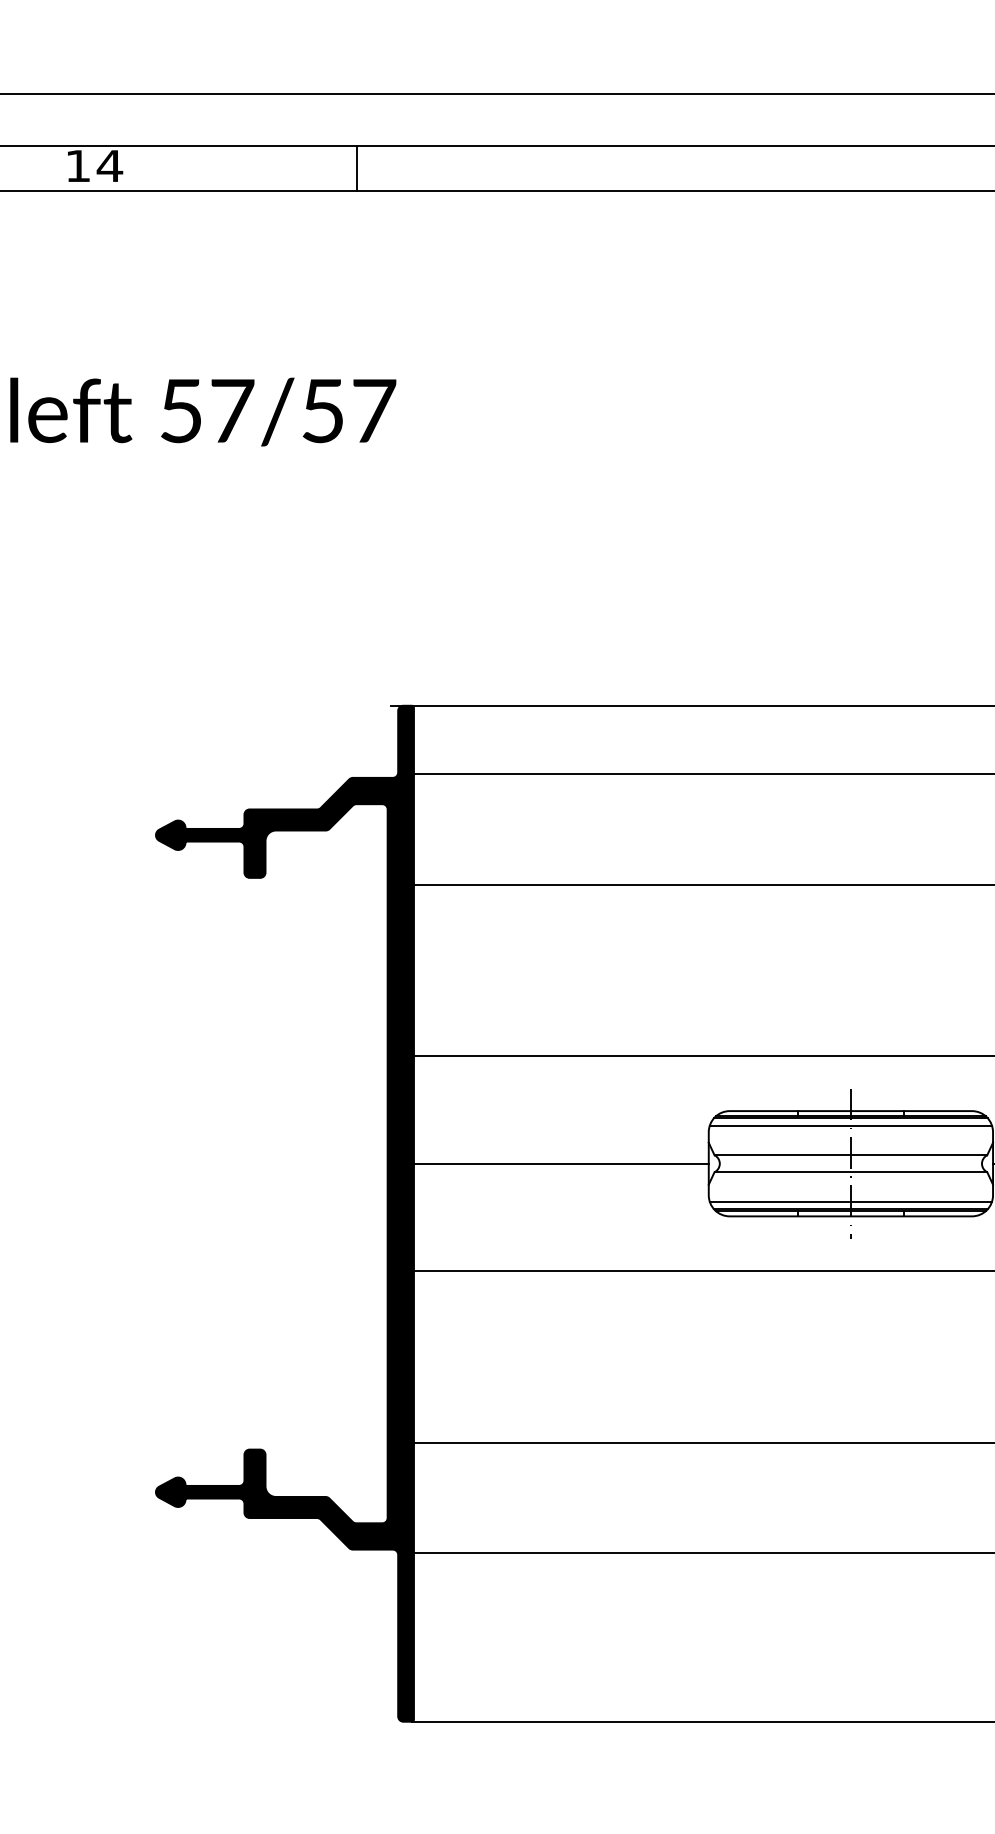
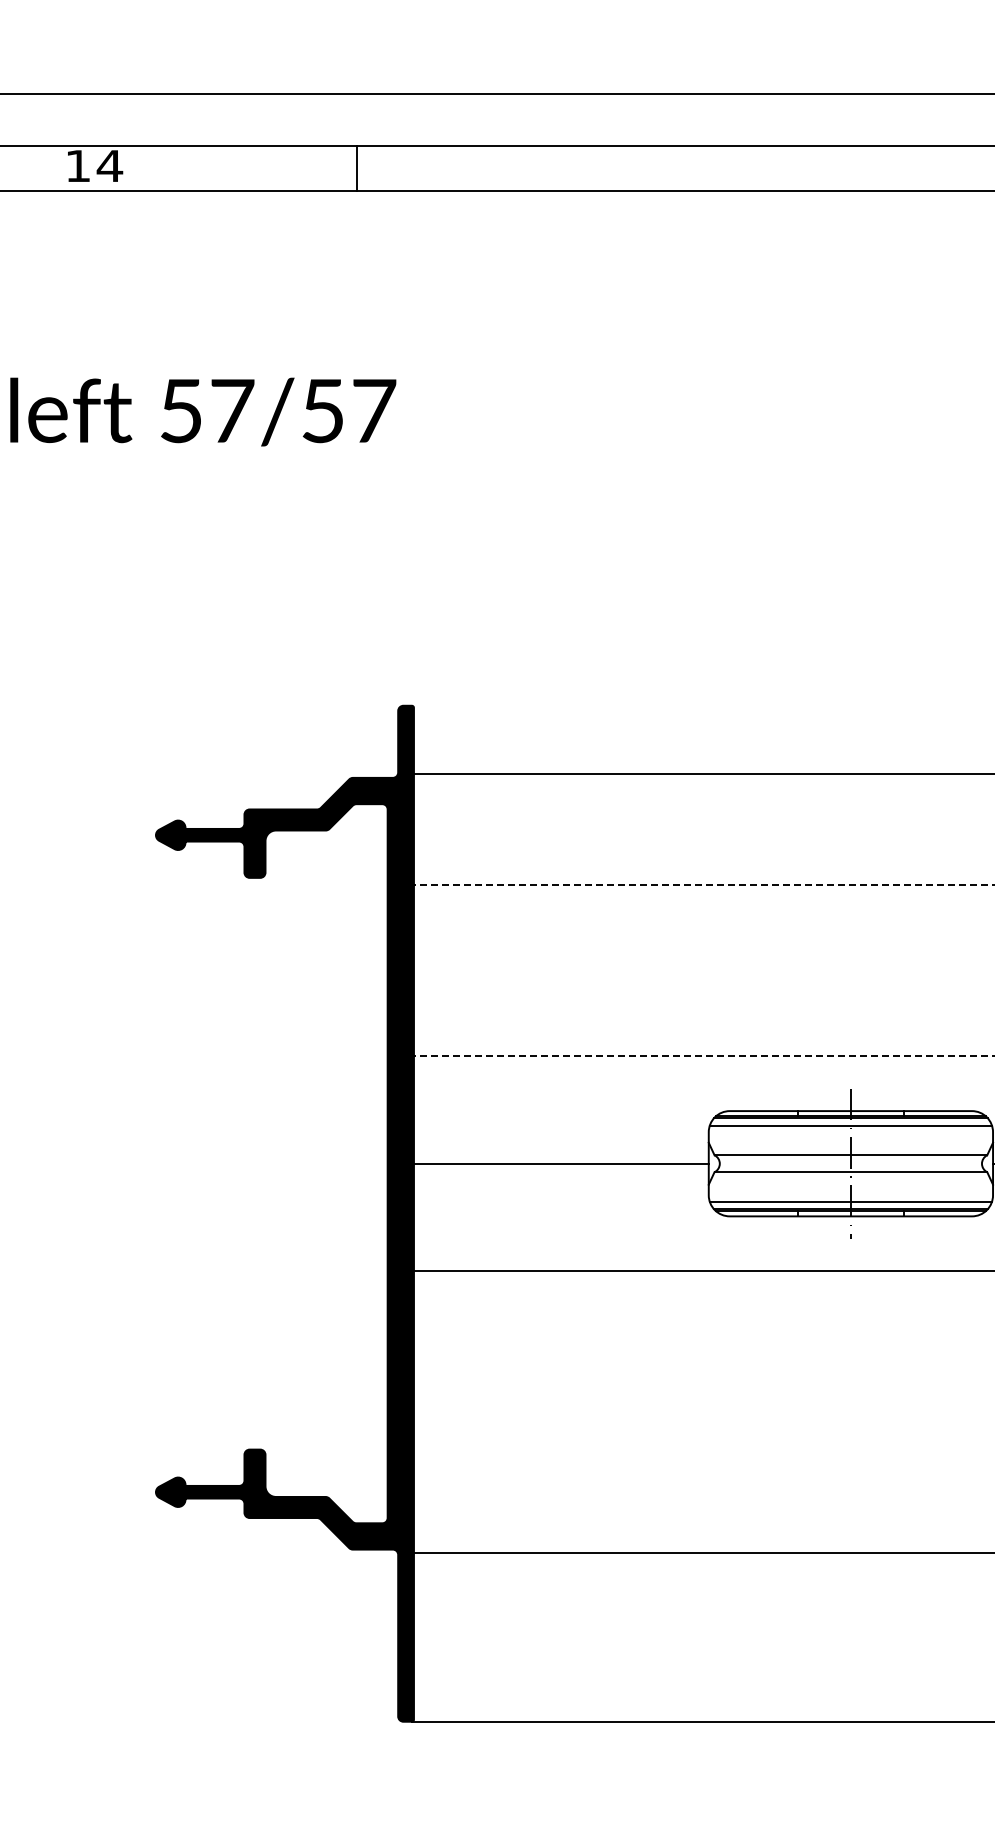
line at (690, 705): present -> none
line at (703, 884): solid -> dashed
line at (703, 1056): solid -> dashed
line at (702, 1442): present -> none
